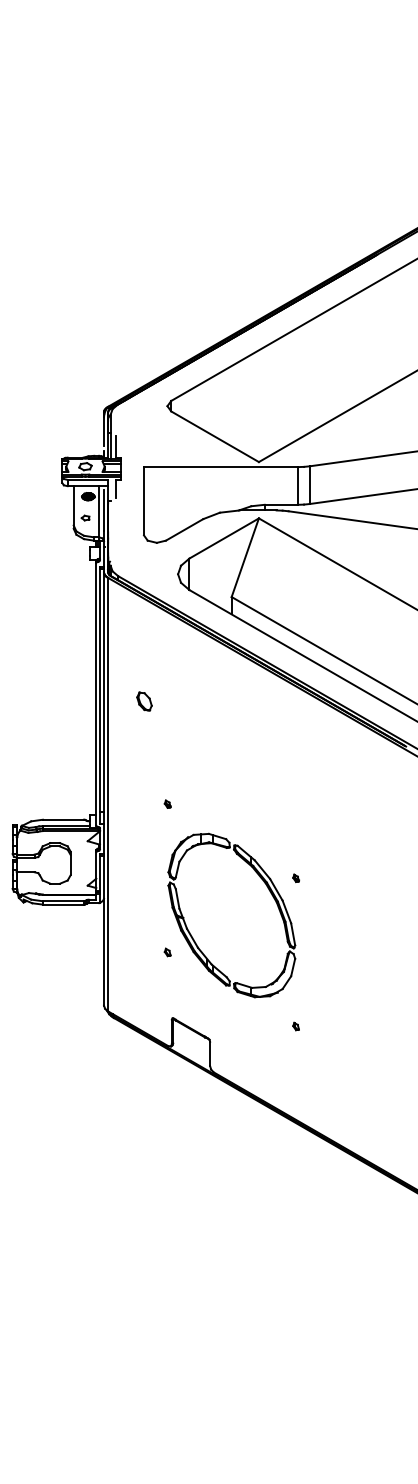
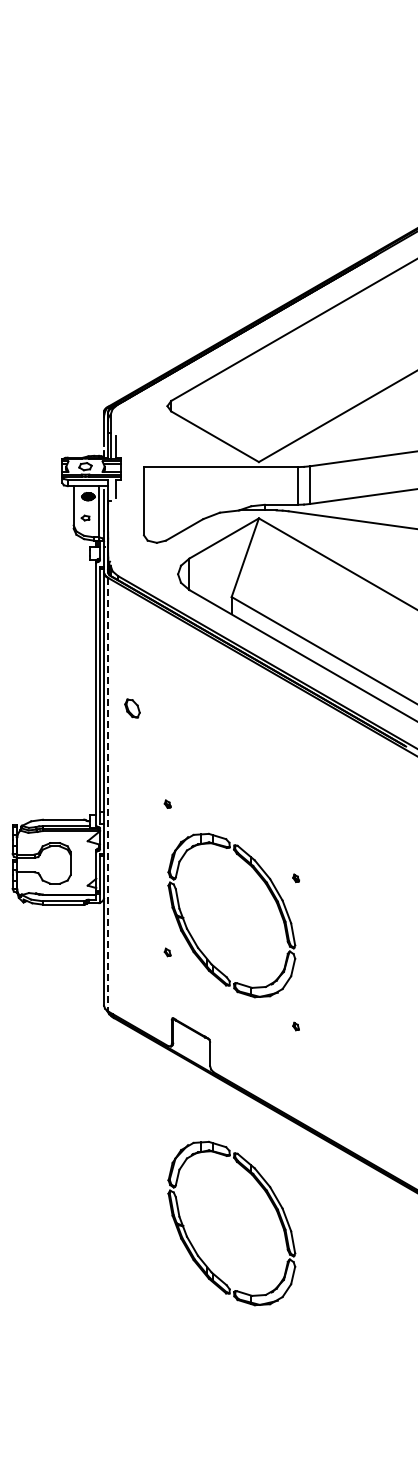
part at (144, 701) position: (144, 701) -> (132, 708)
line at (108, 794): solid -> dashed
part at (193, 1245): none -> present
